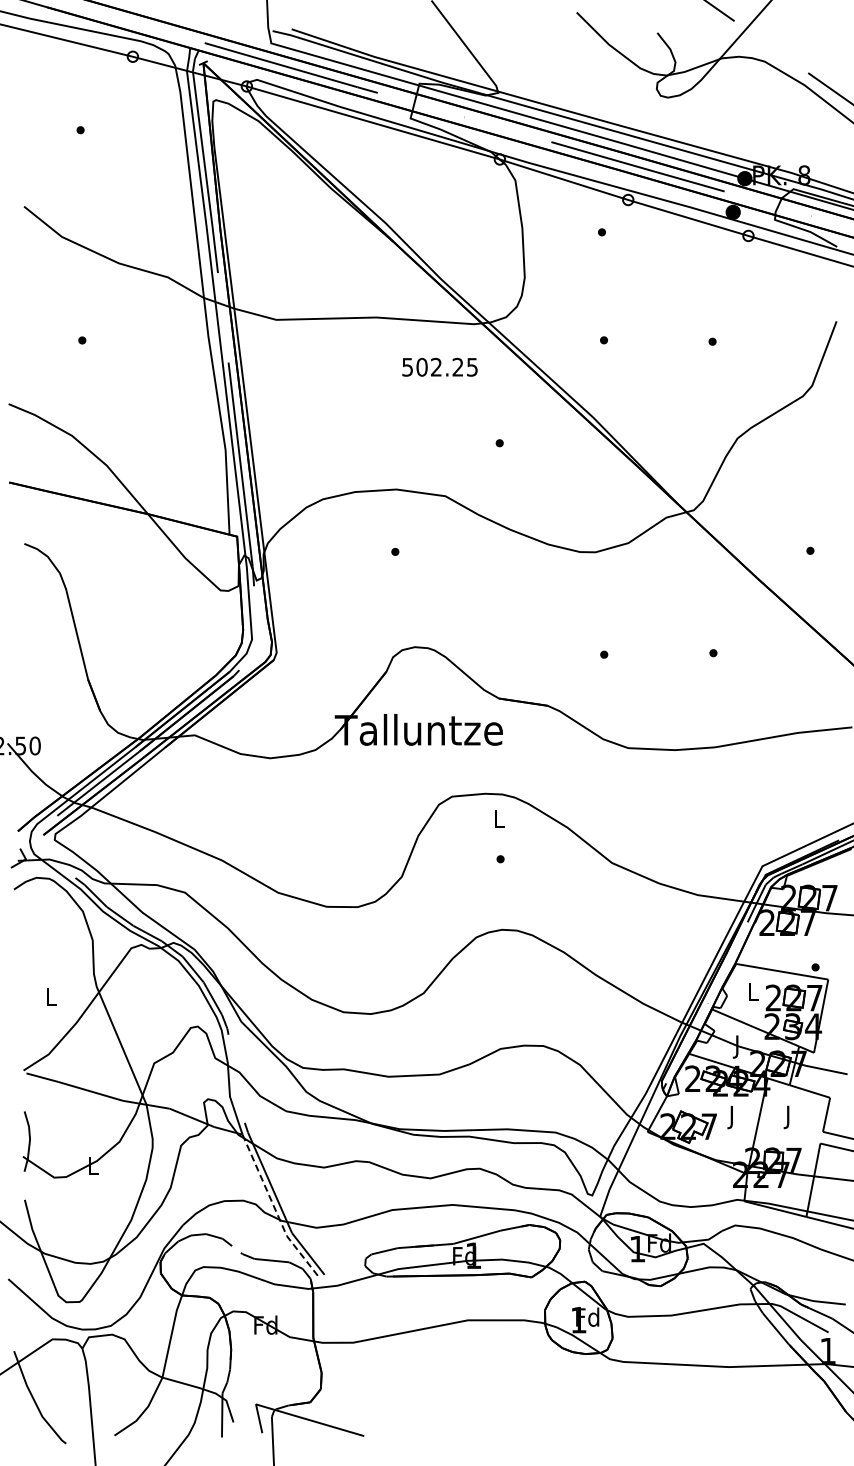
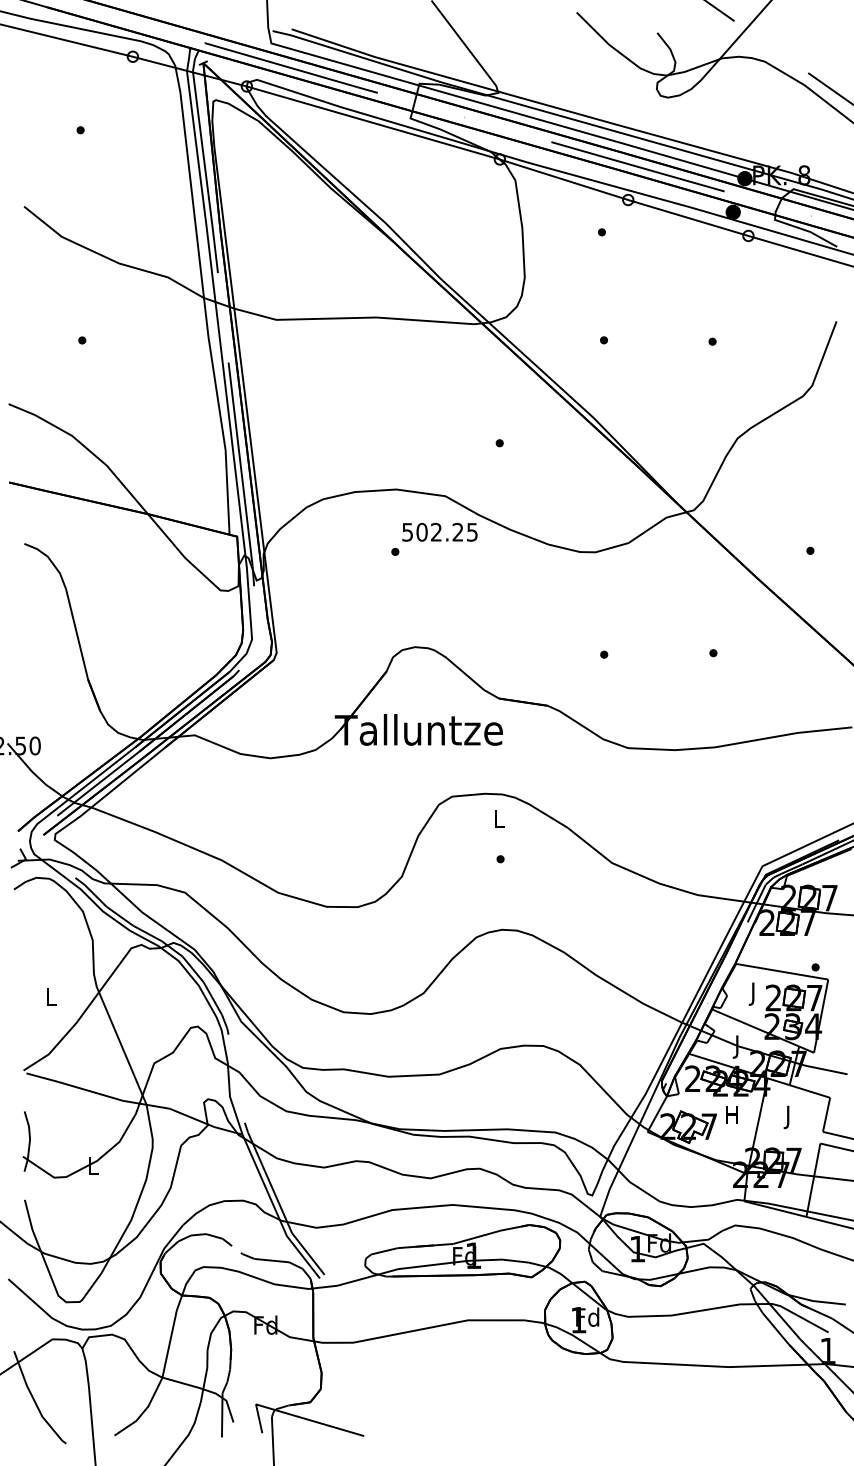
text at (439, 366) position: (439, 366) -> (439, 531)
text at (753, 993): L -> J
text at (731, 1117): J -> H
line at (275, 1210): dashed -> solid
